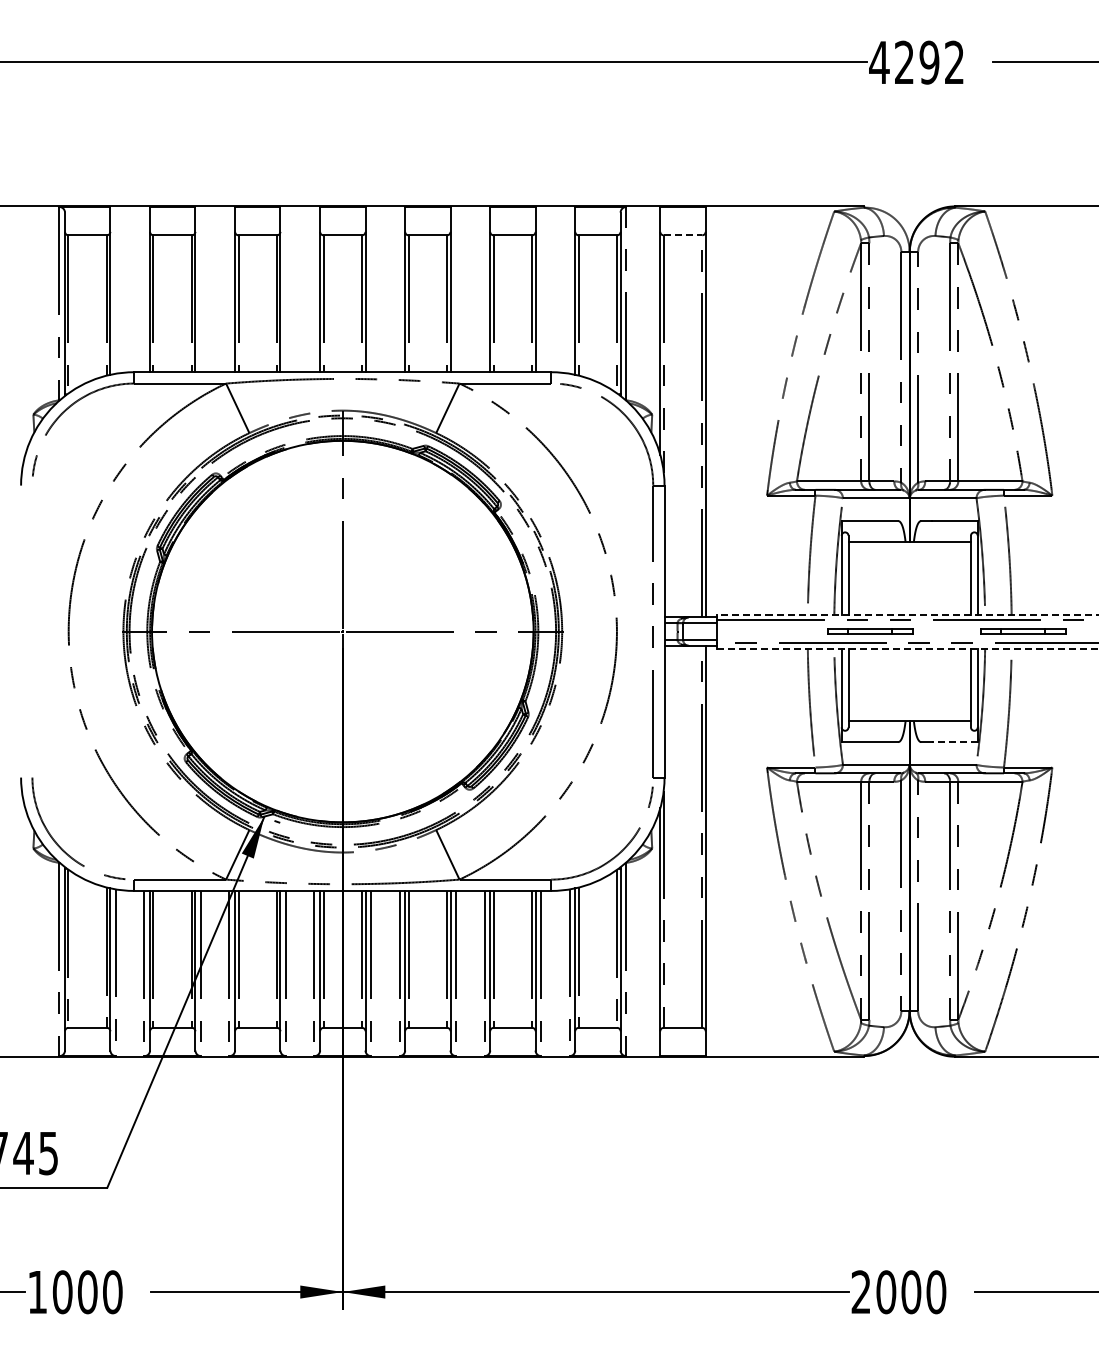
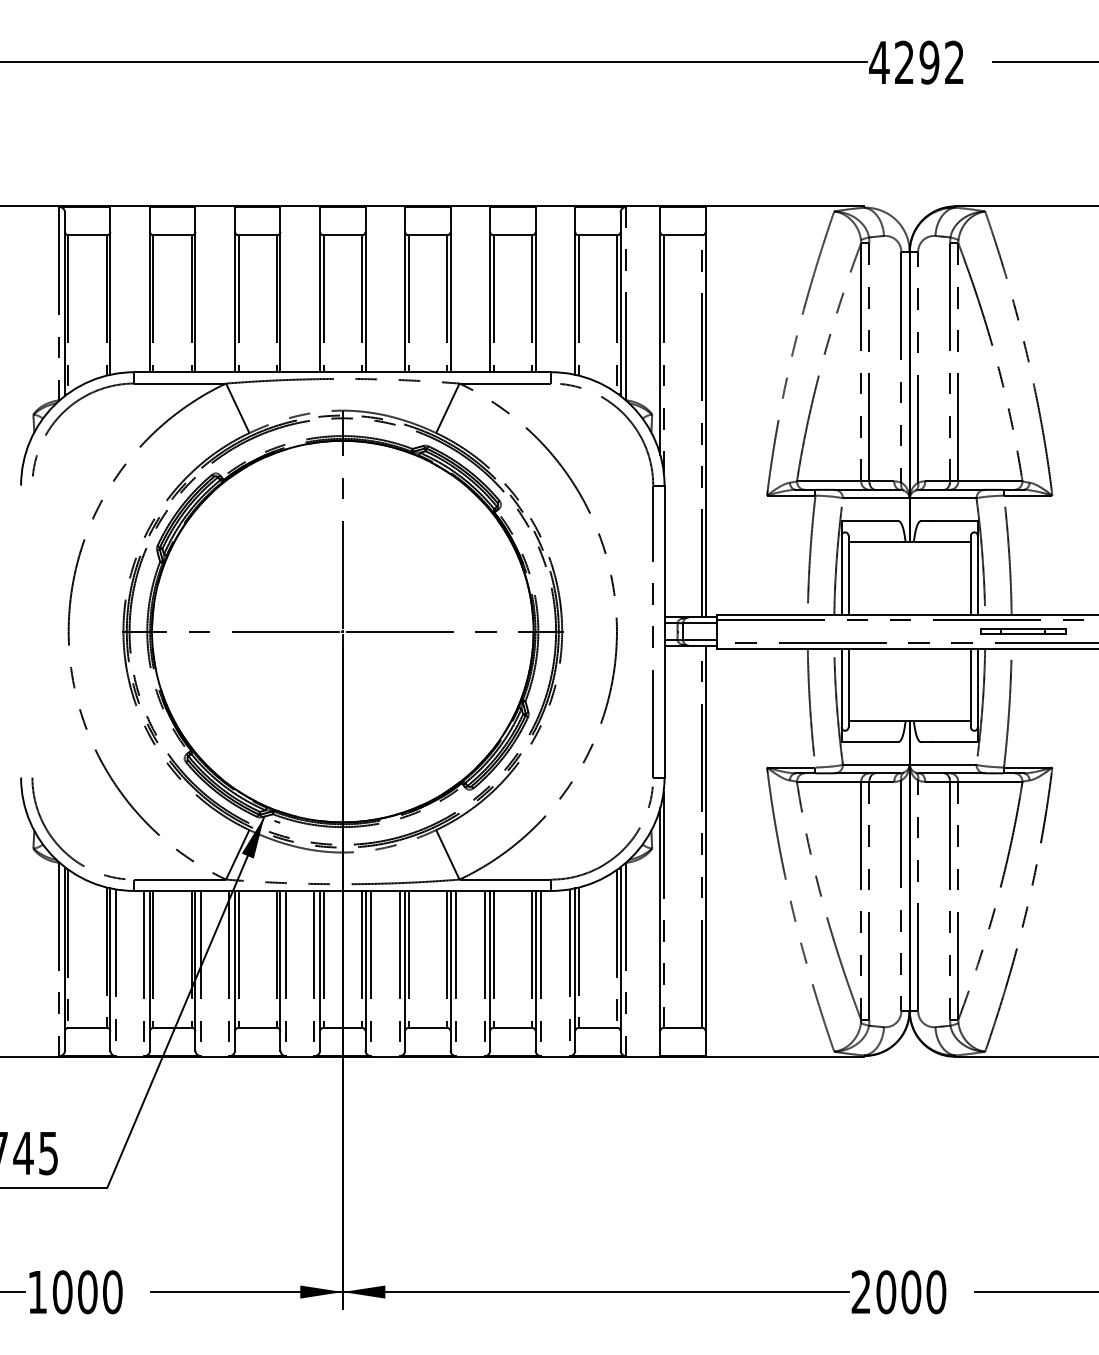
line at (683, 235): dashed -> solid
line at (907, 614): dashed -> solid
part at (870, 631): present -> none
line at (907, 648): dashed -> solid
line at (954, 742): dashed -> solid
